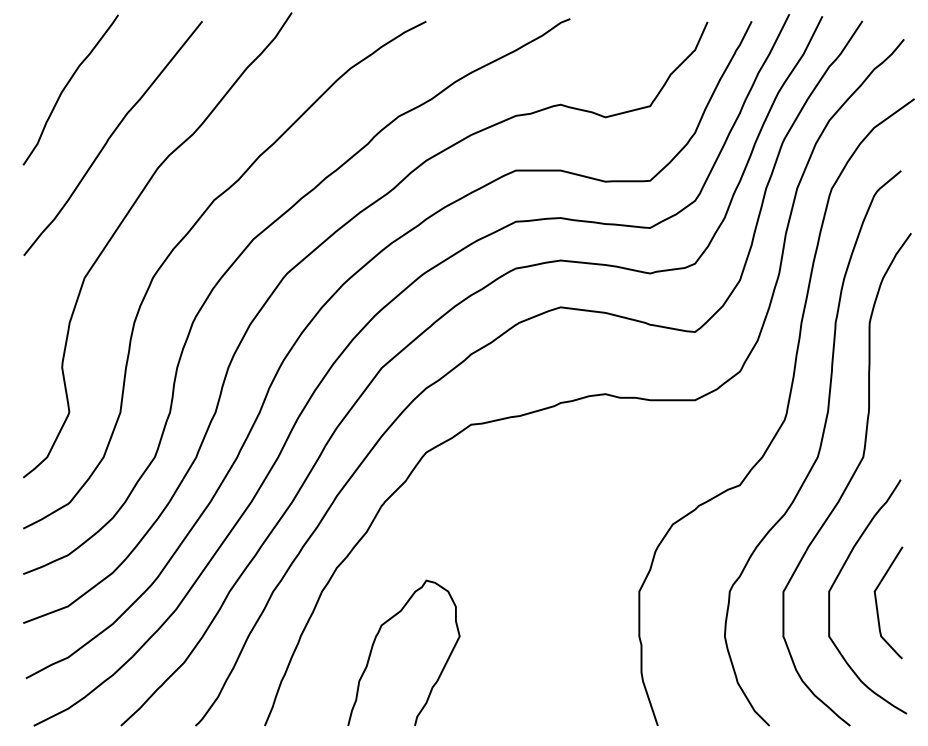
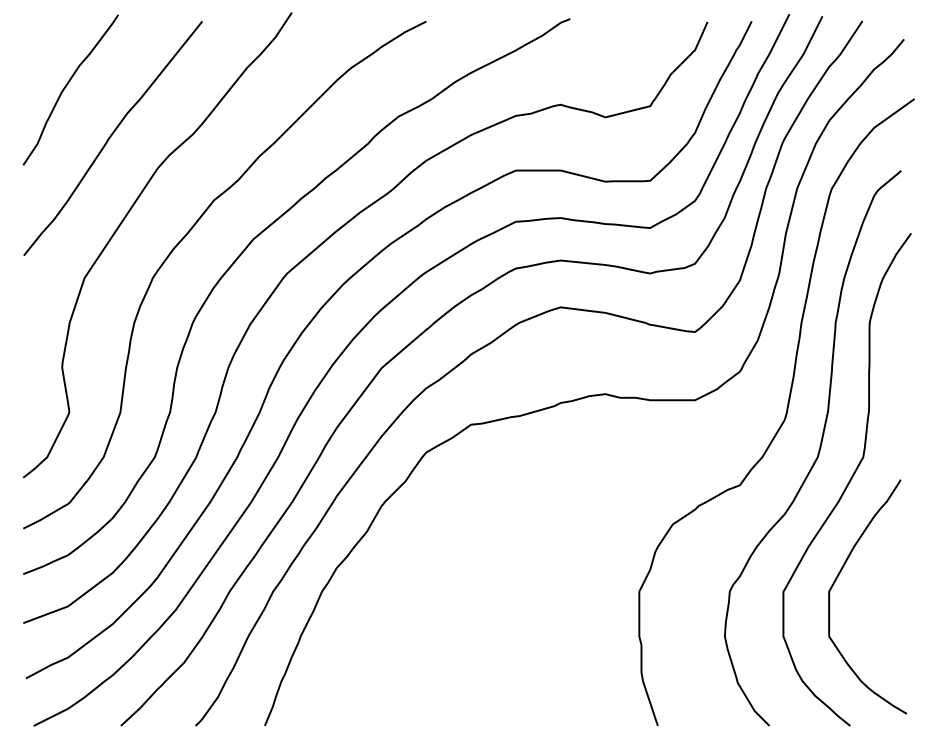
curve at (877, 602): present -> none
curve at (375, 641): present -> none
